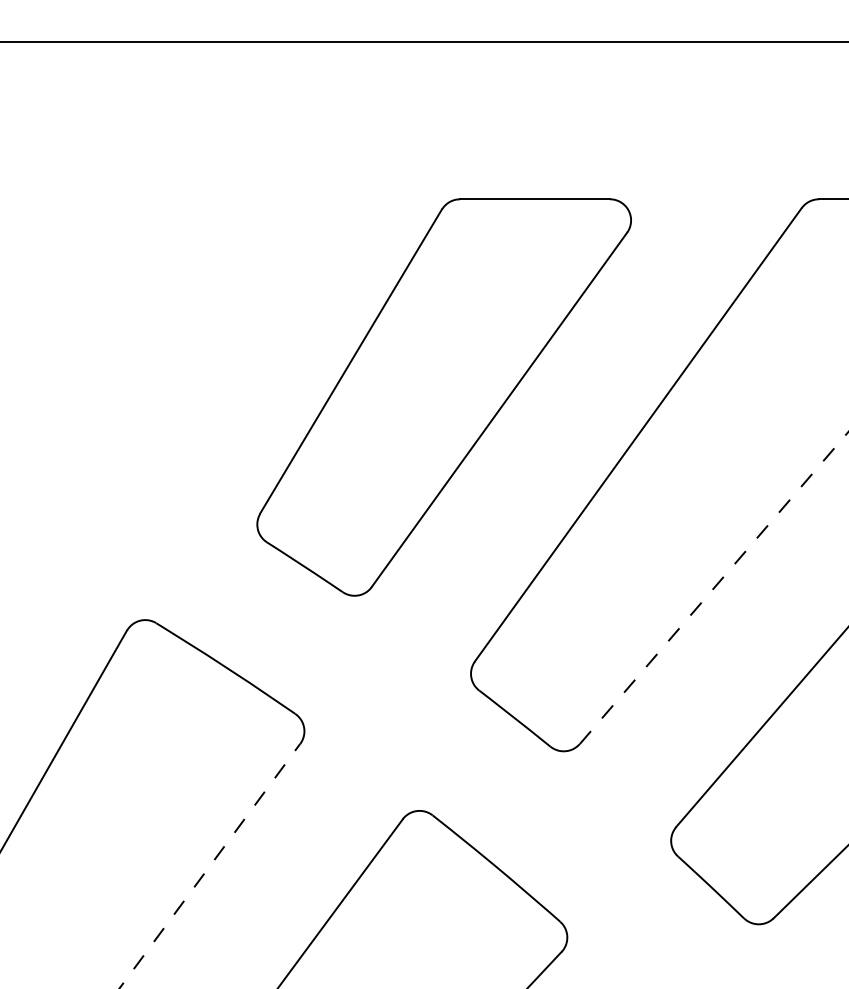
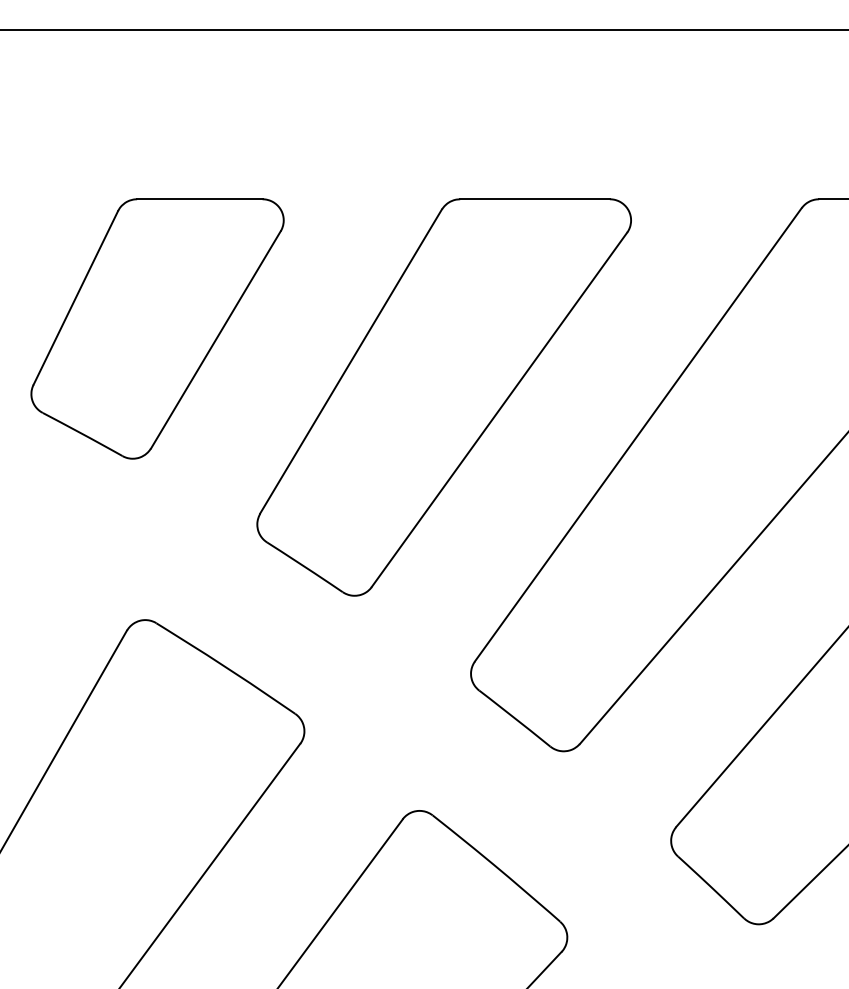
line at (423, 41) position: (423, 41) -> (423, 29)
part at (157, 328): none -> present
line at (714, 587): dashed -> solid
line at (209, 866): dashed -> solid
